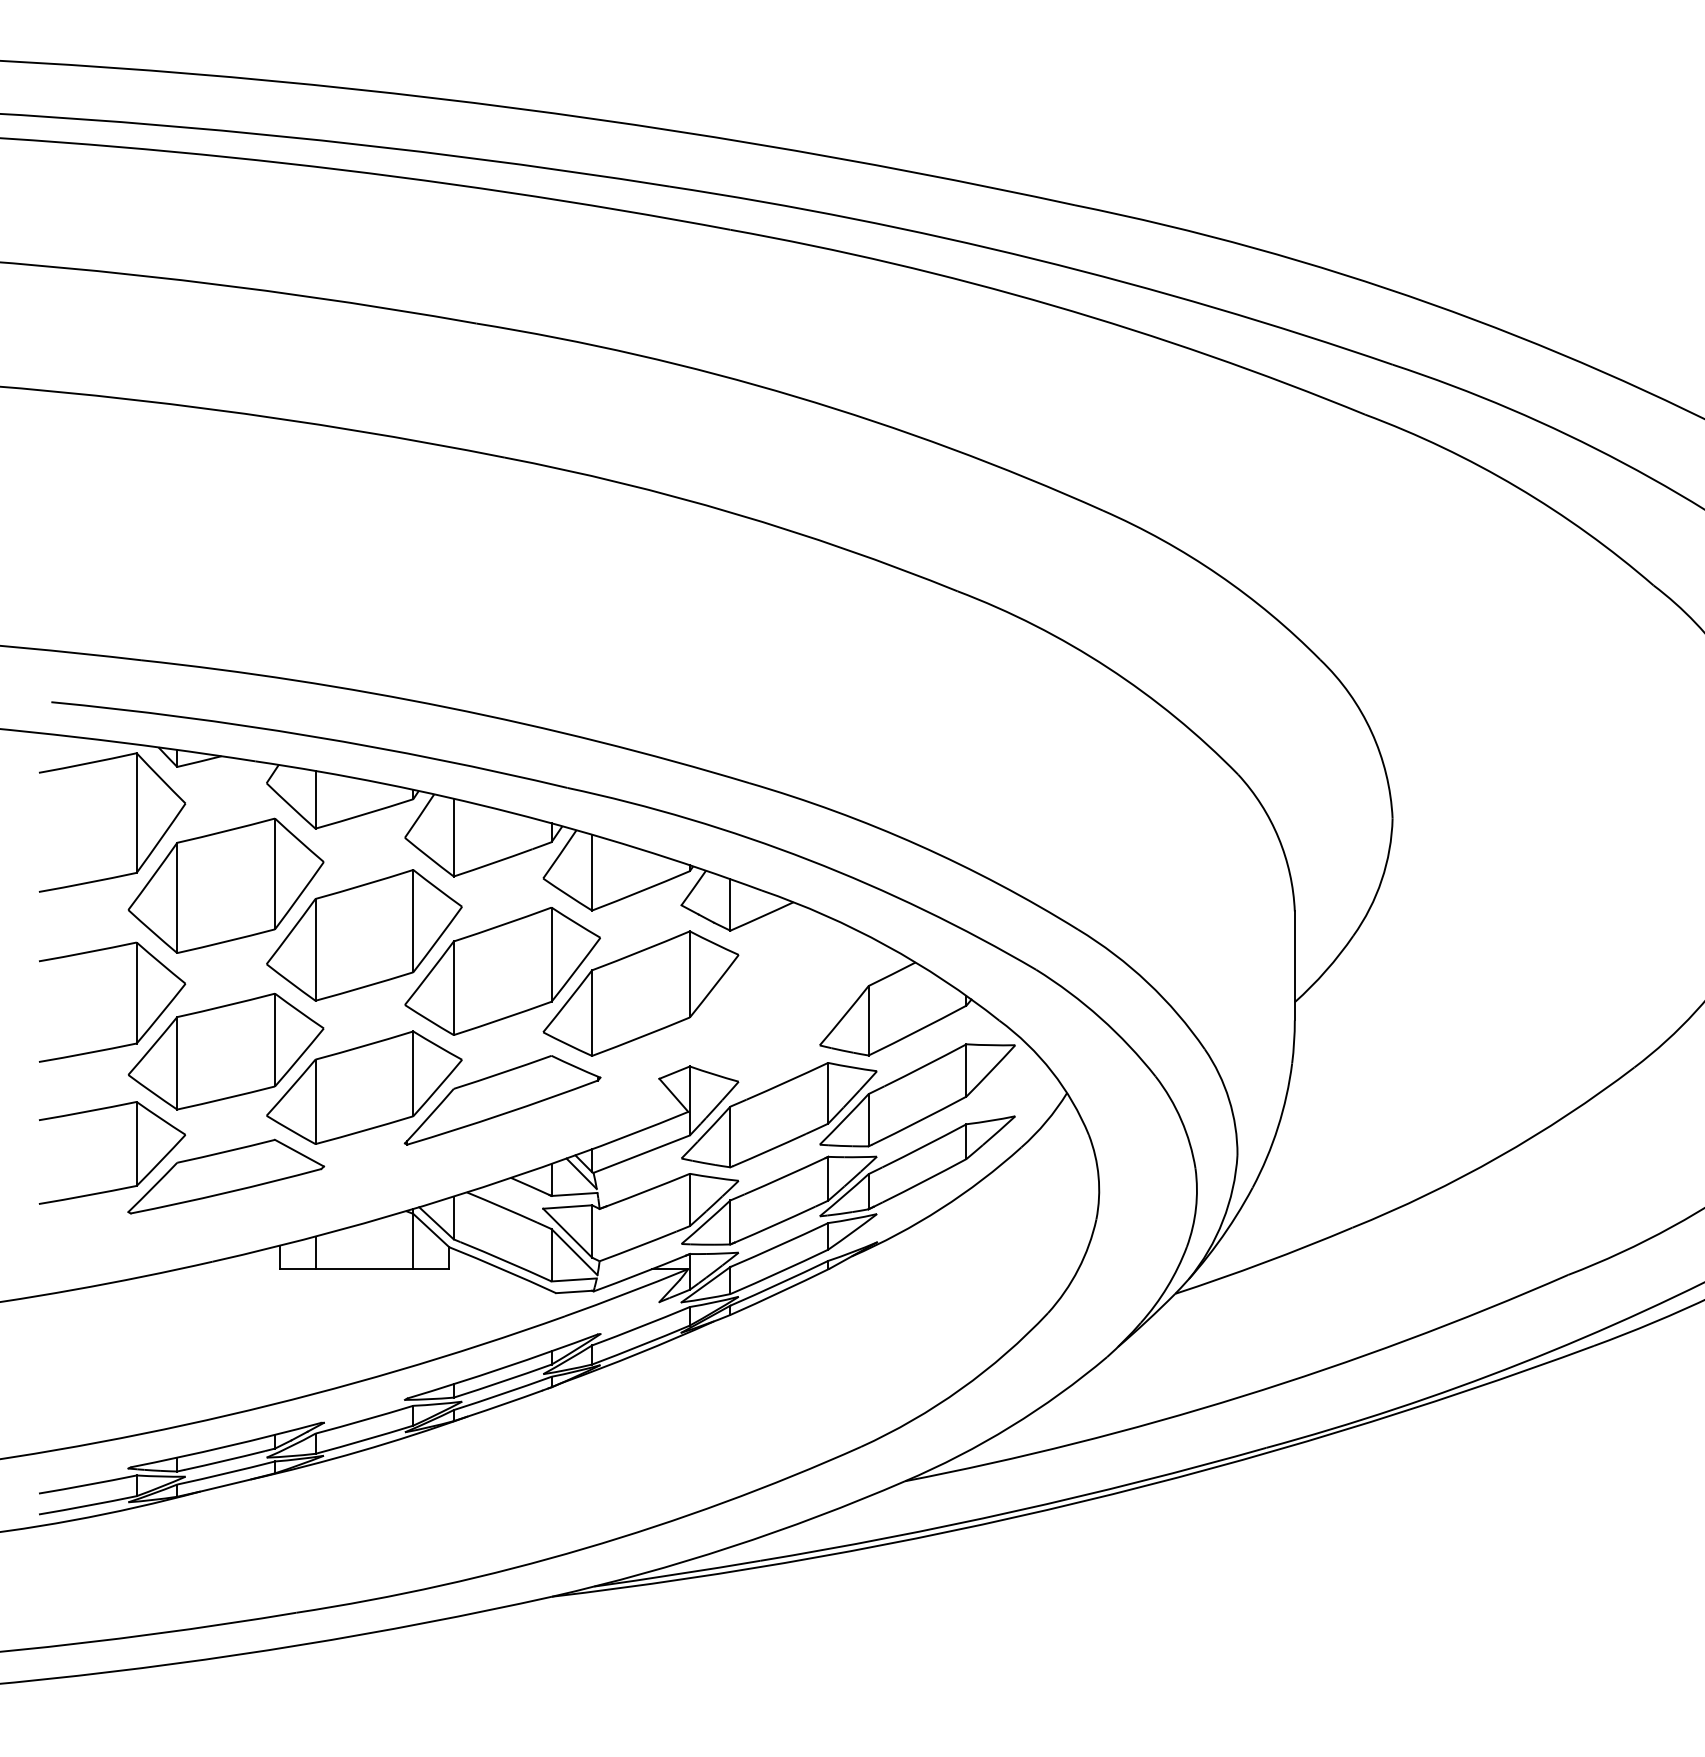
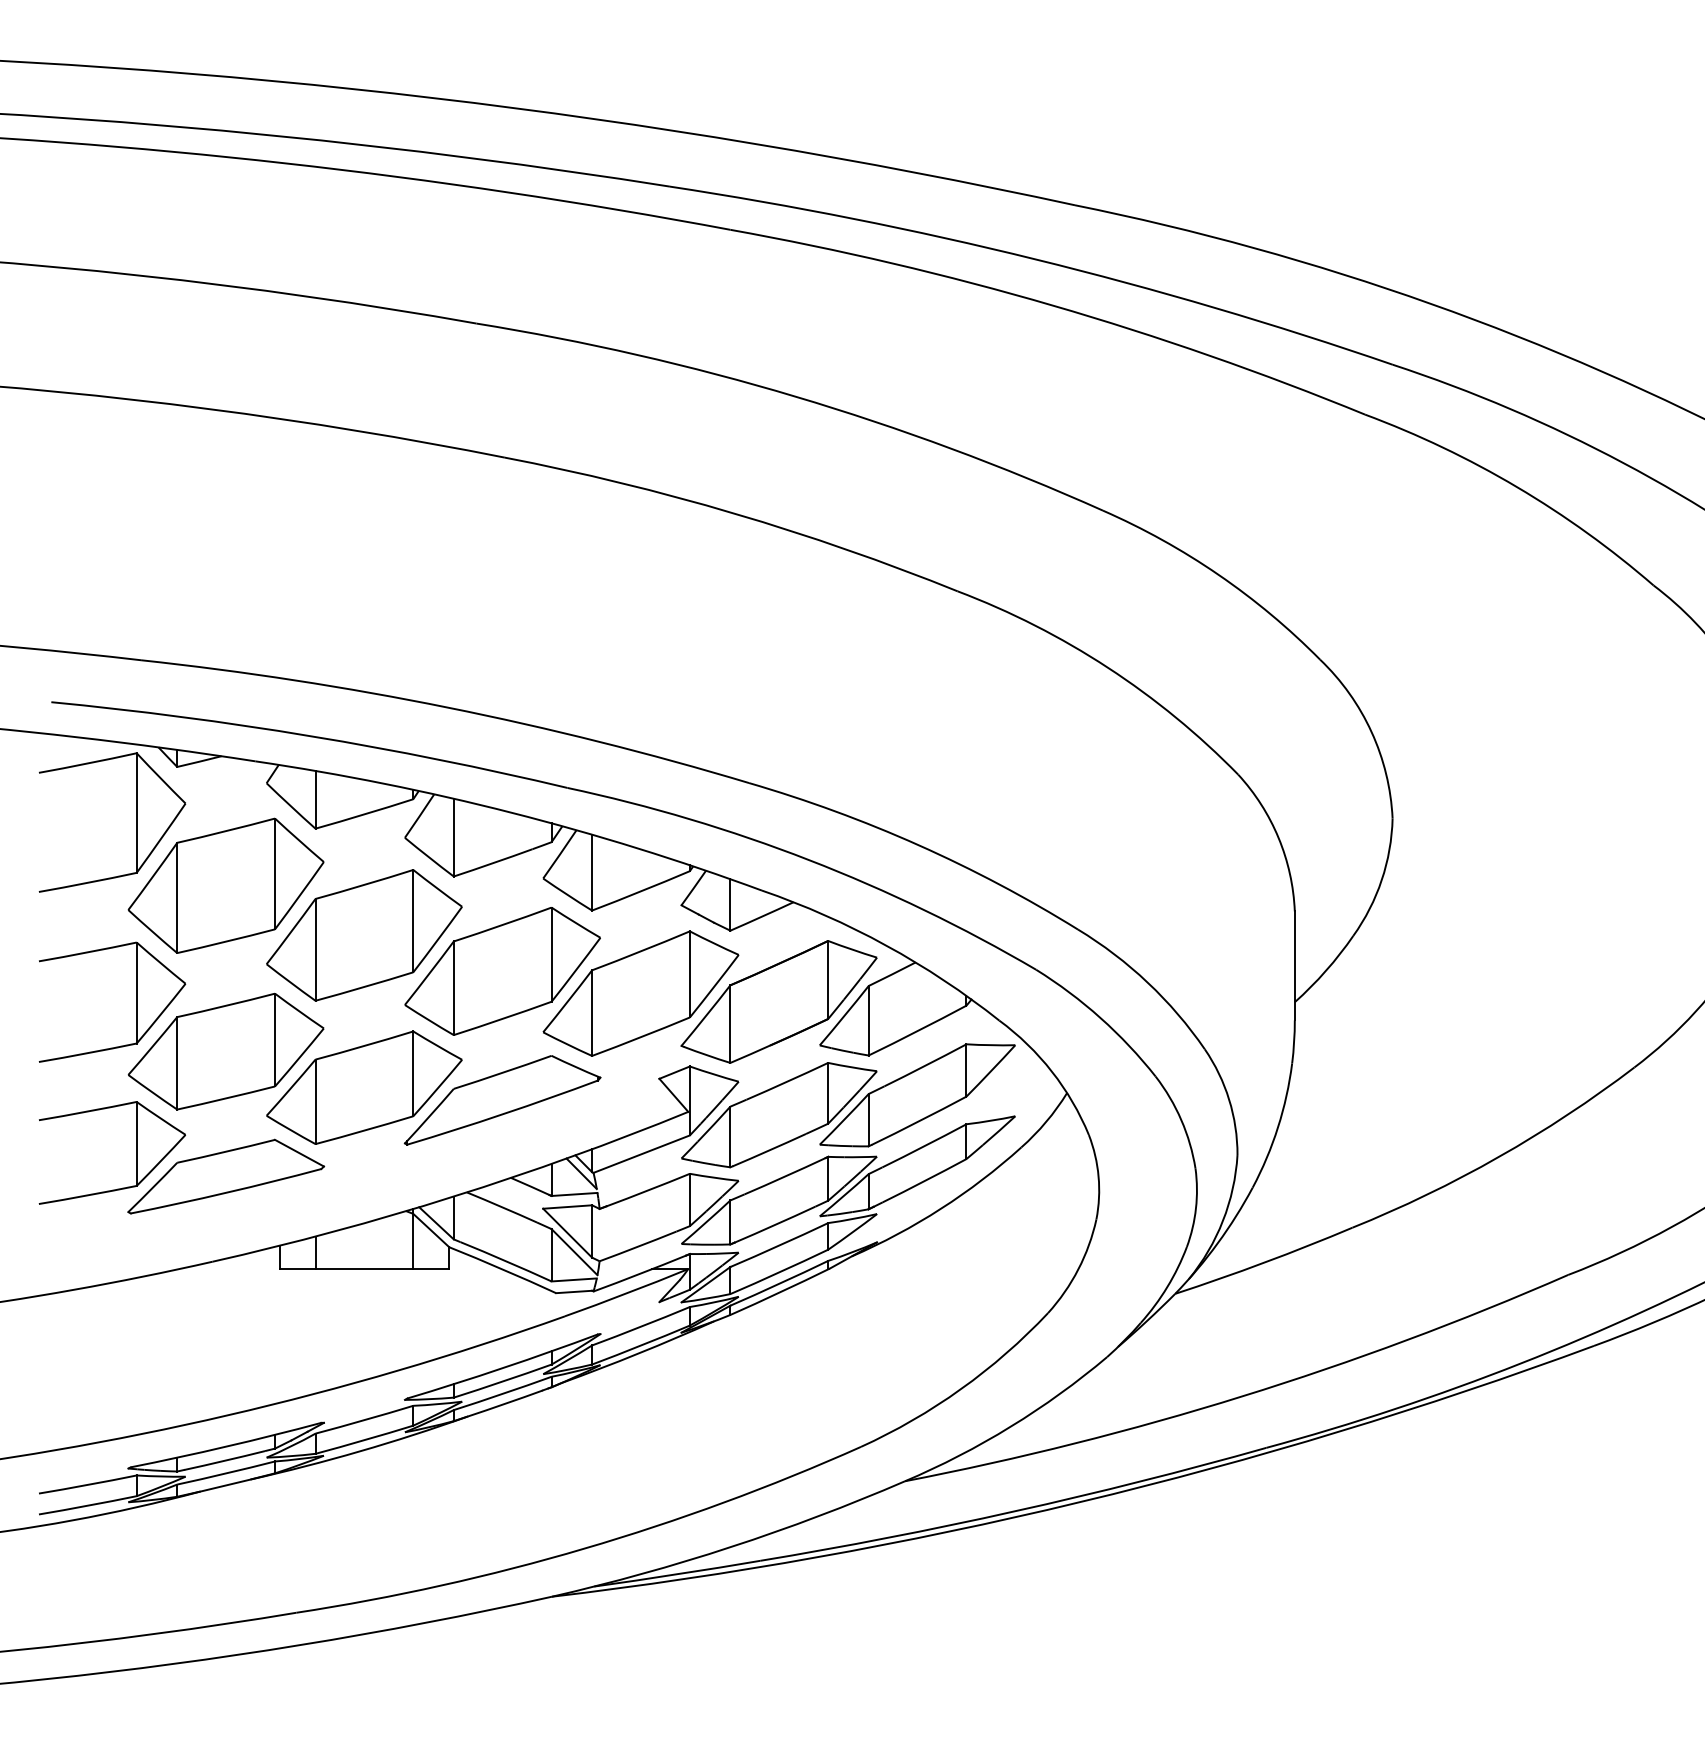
part at (778, 1001): none -> present
